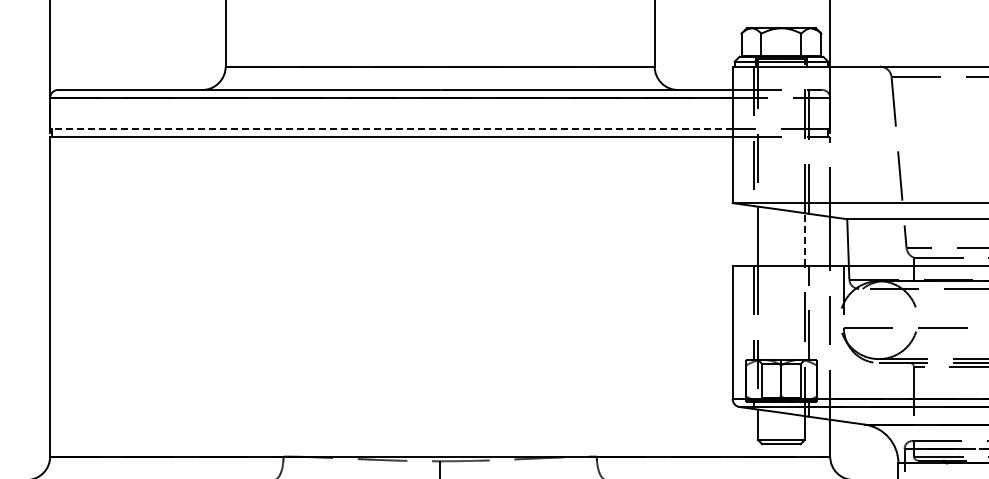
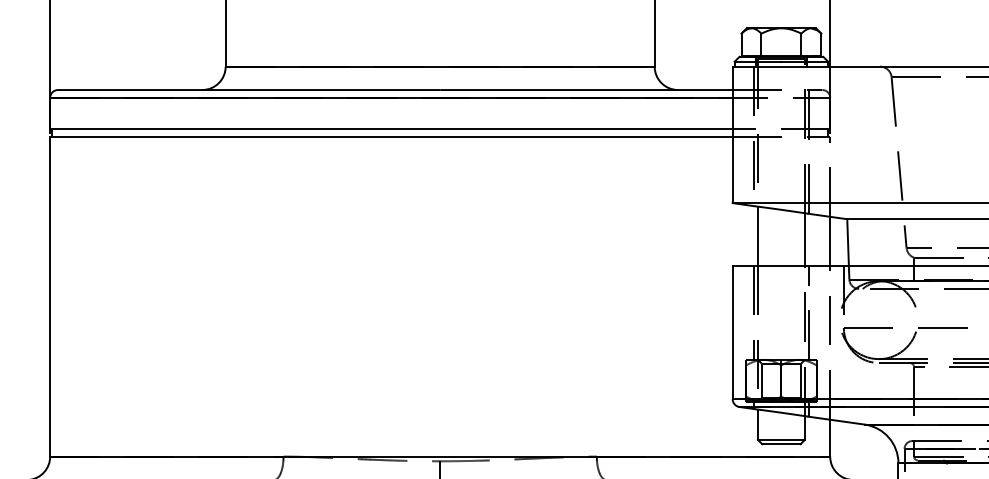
line at (390, 129): dashed -> solid
line at (804, 238): dashed -> solid
